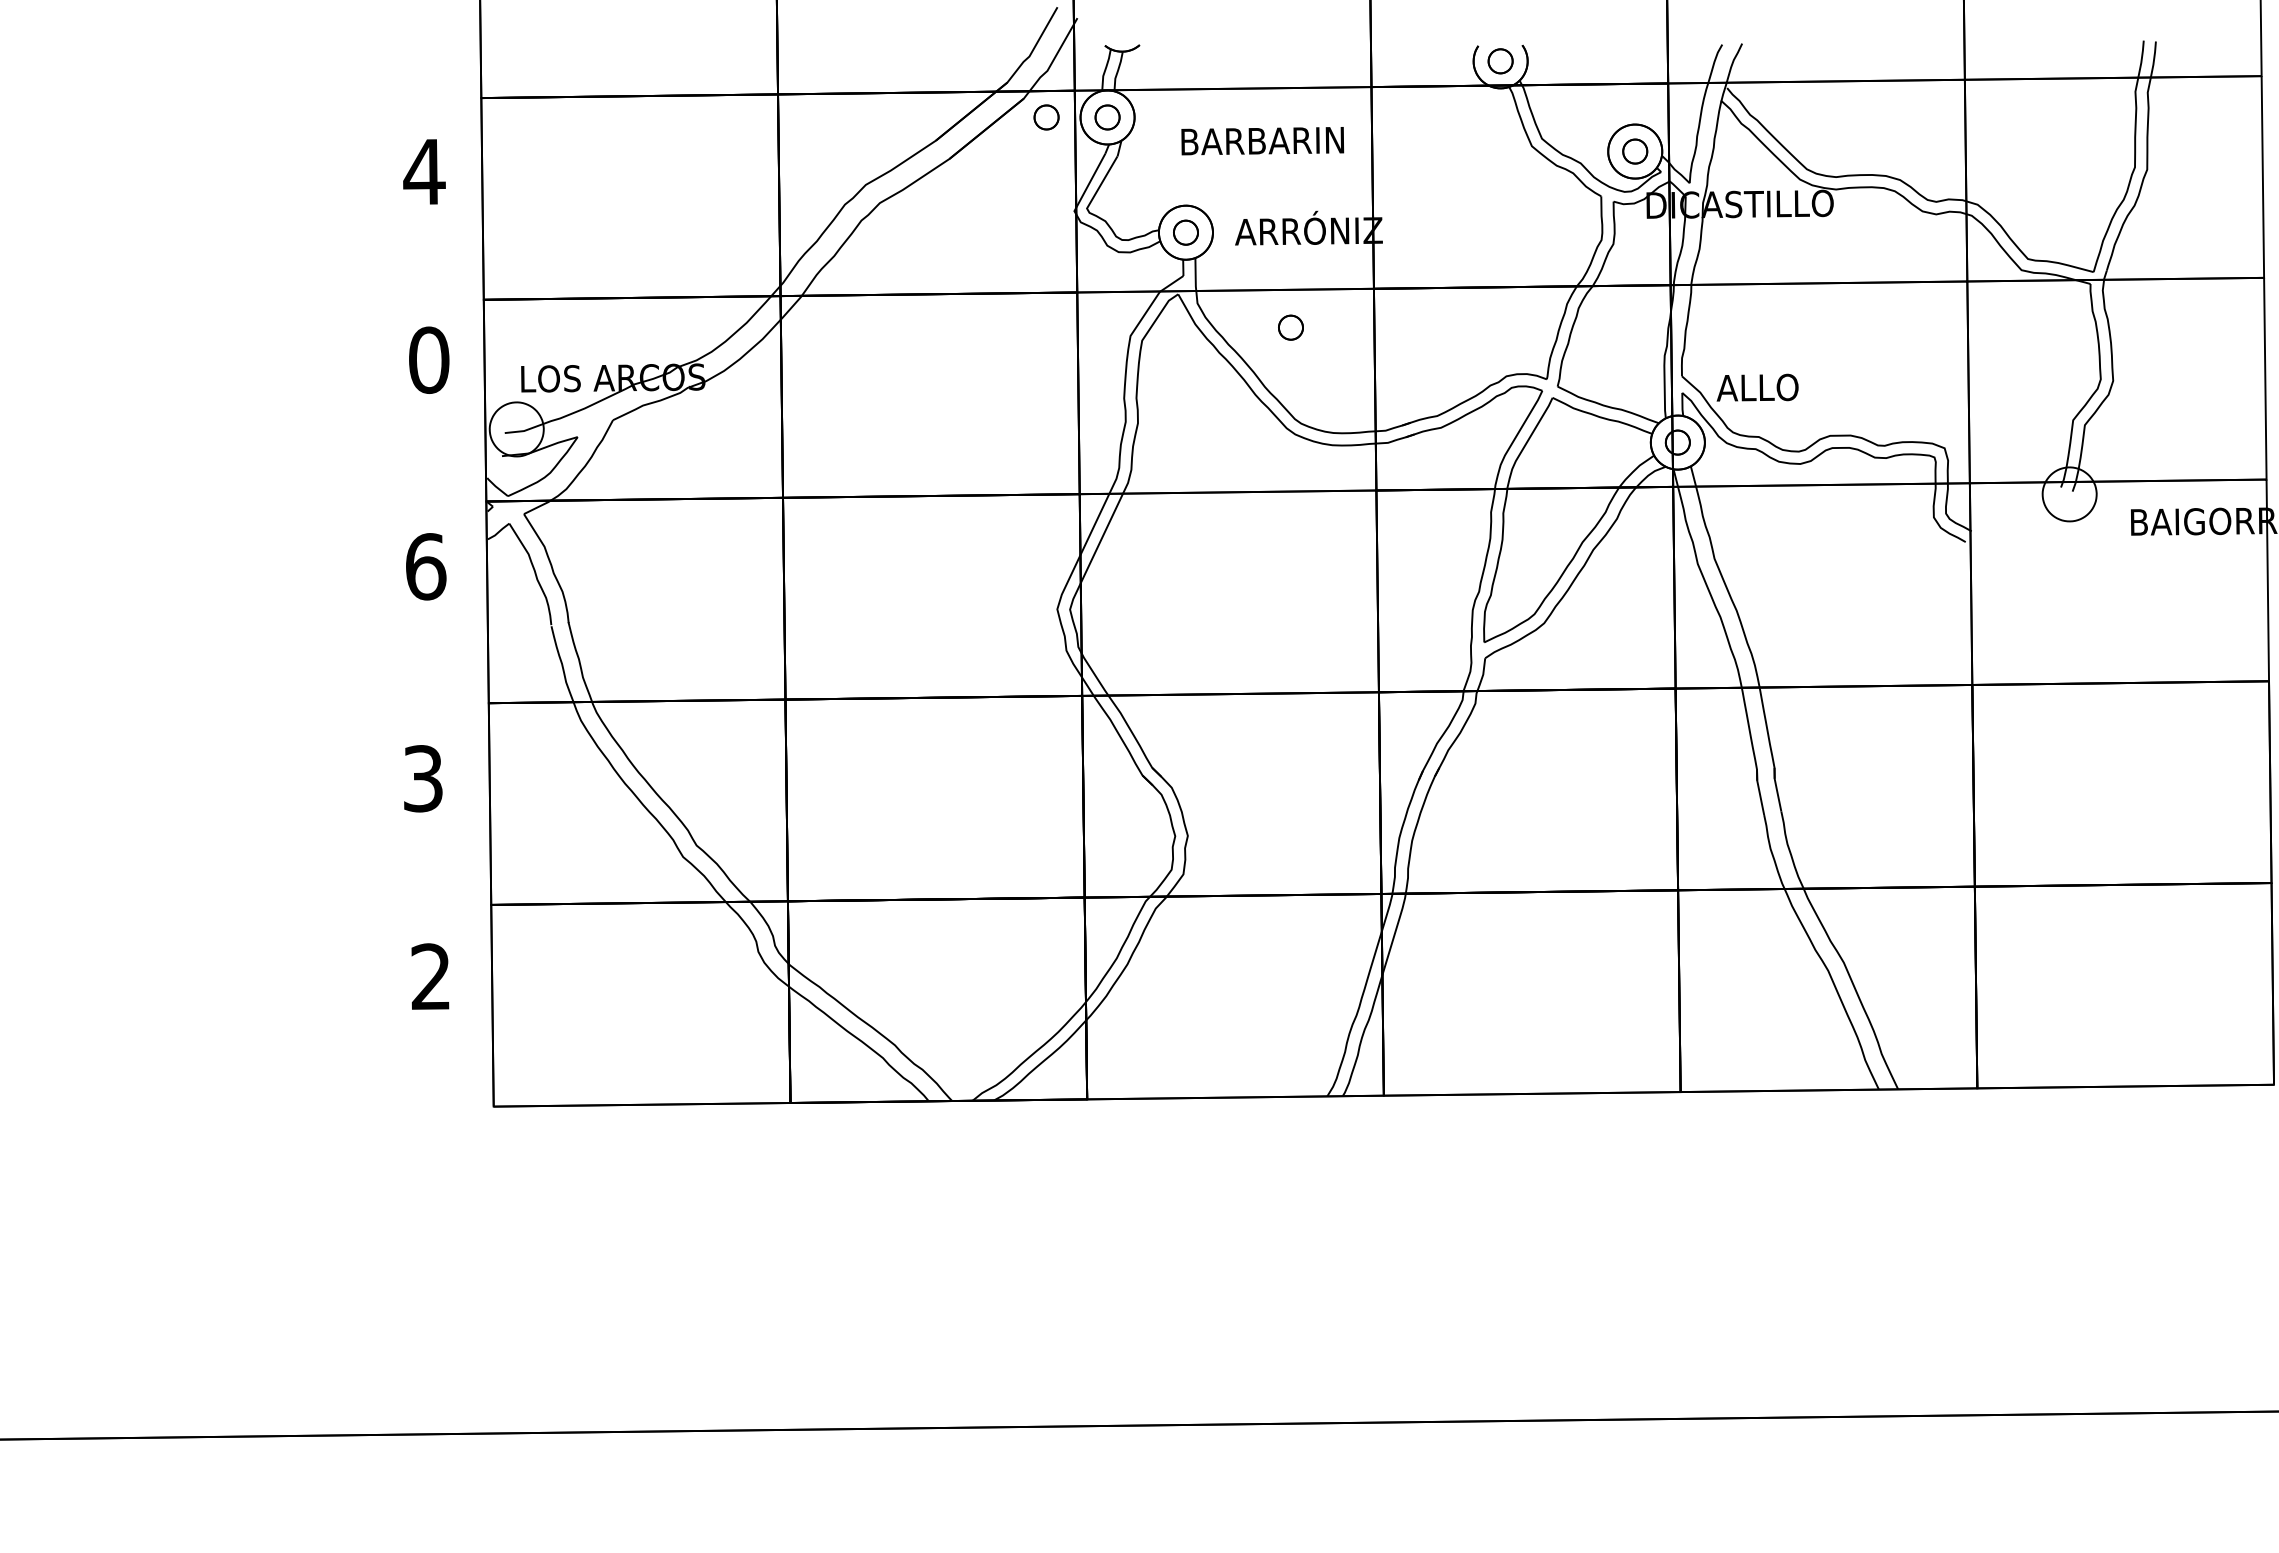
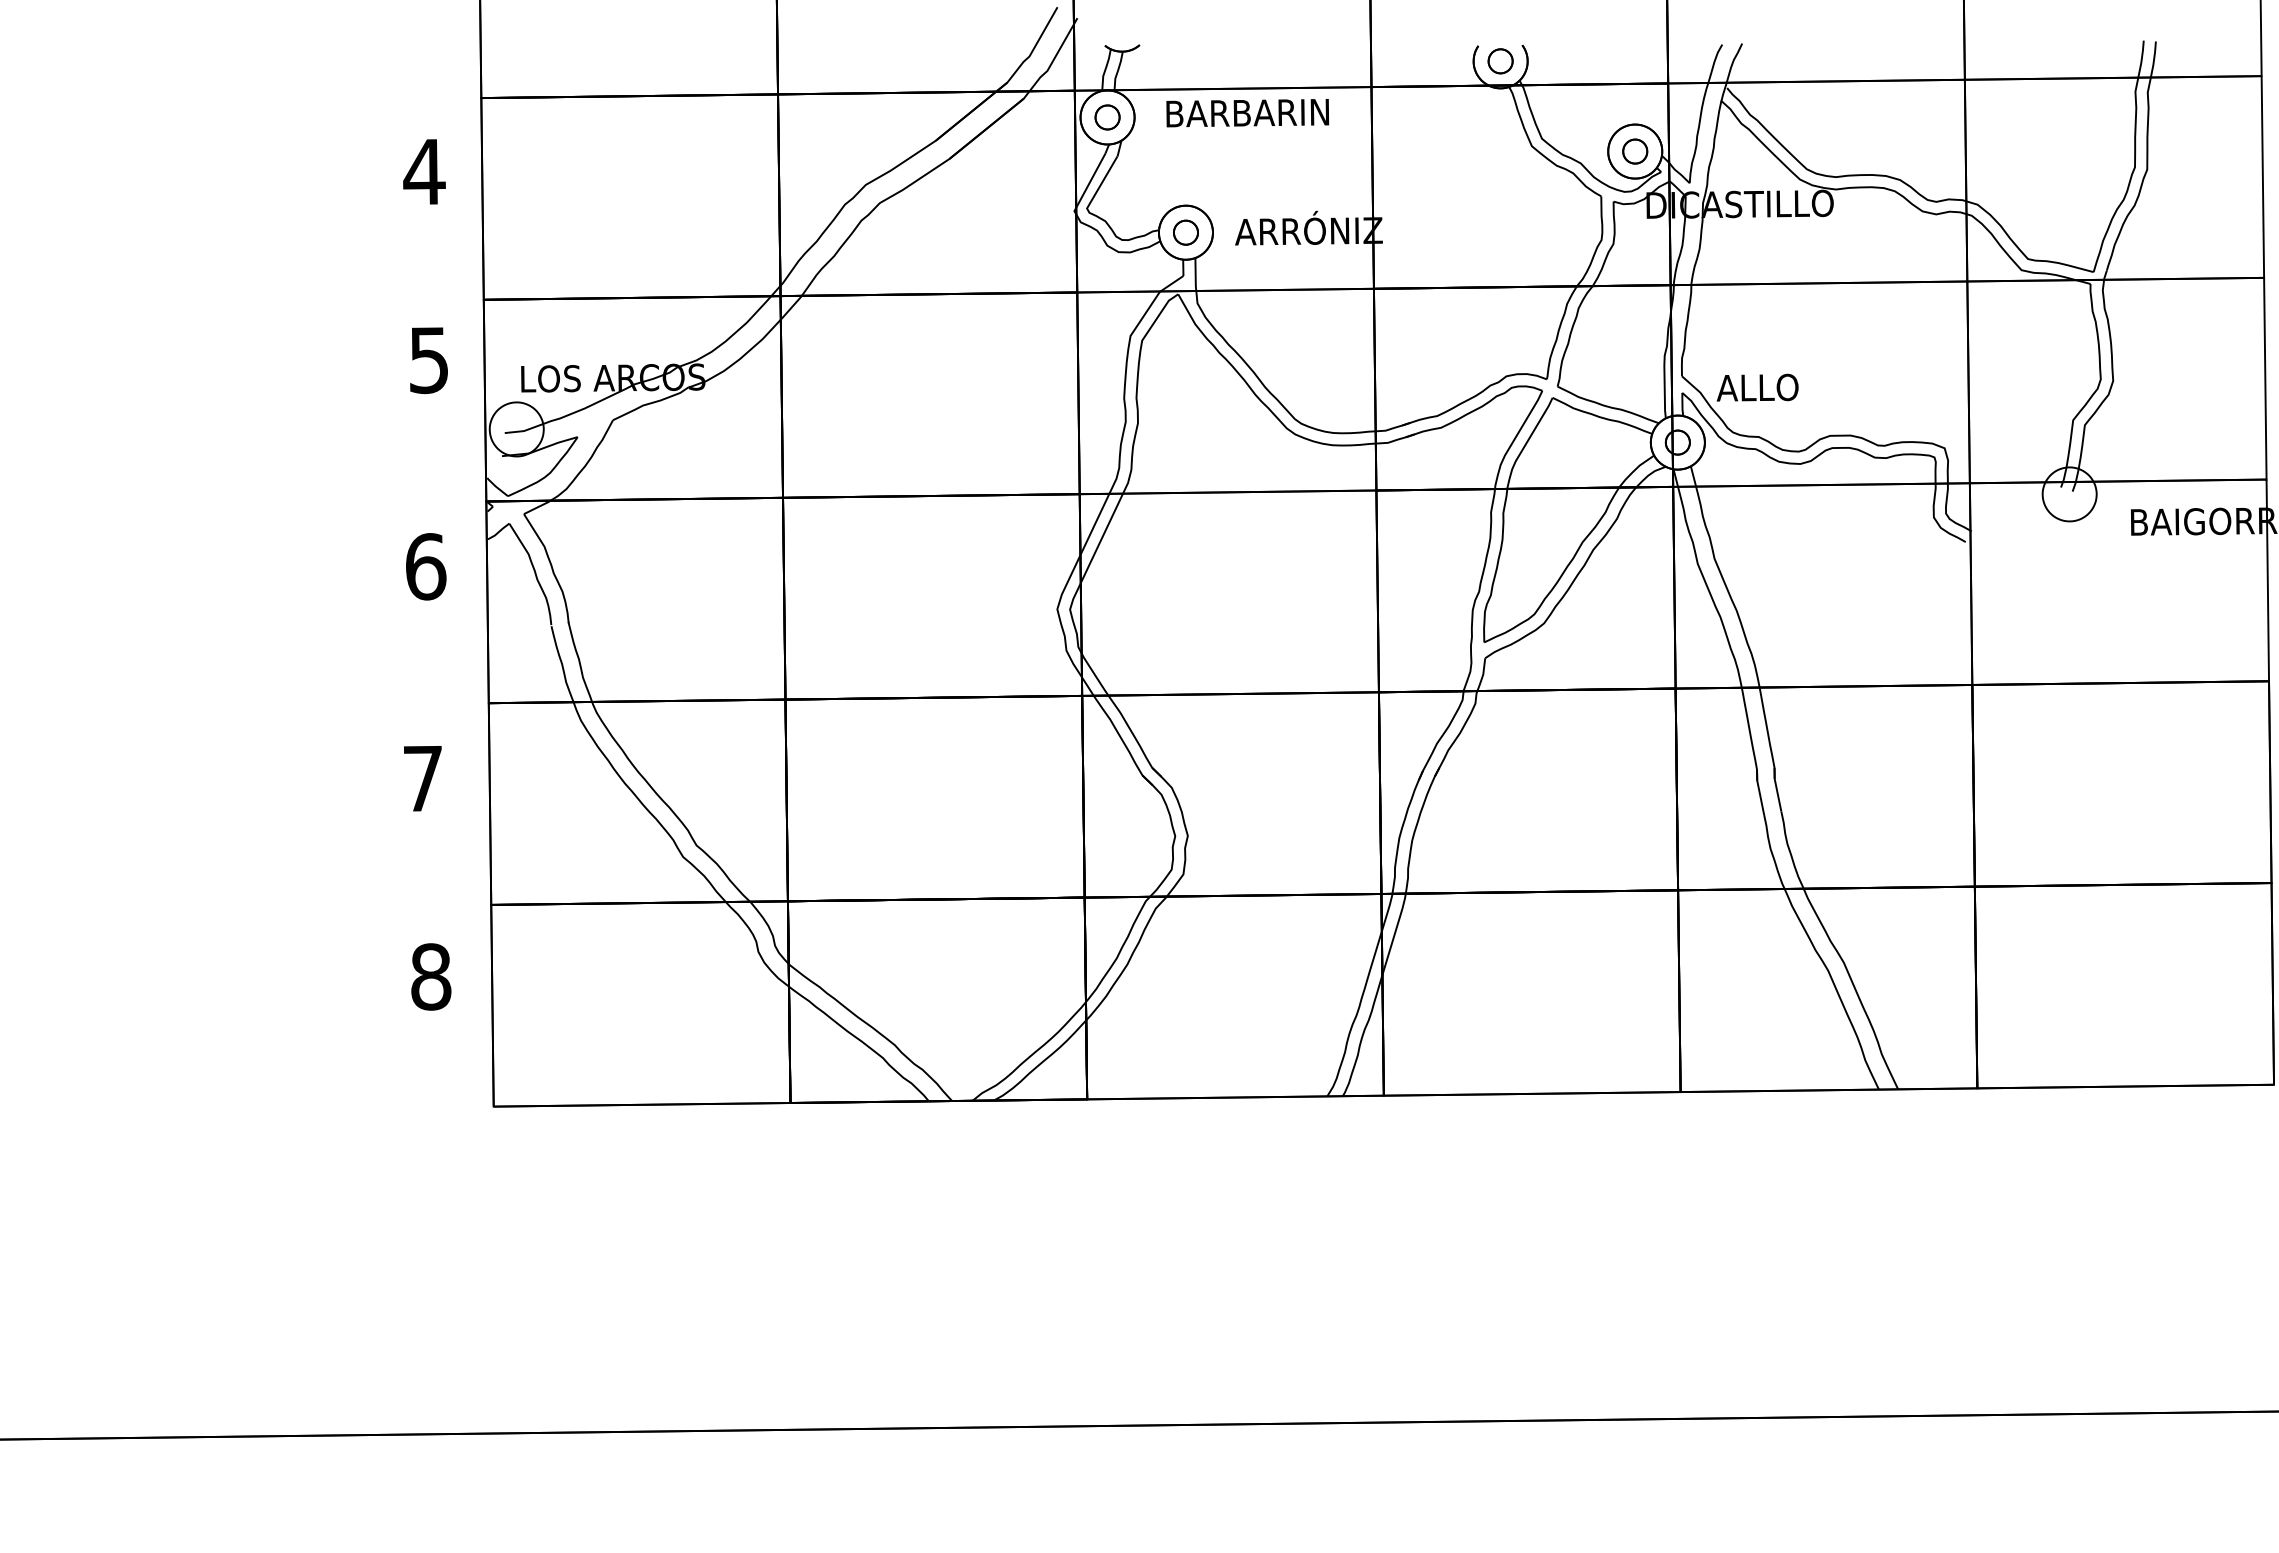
part at (1046, 117): present -> none
text at (1262, 141) position: (1262, 141) -> (1247, 113)
part at (1290, 327): present -> none
text at (429, 360): 0 -> 5
text at (423, 778): 3 -> 7
text at (431, 976): 2 -> 8
